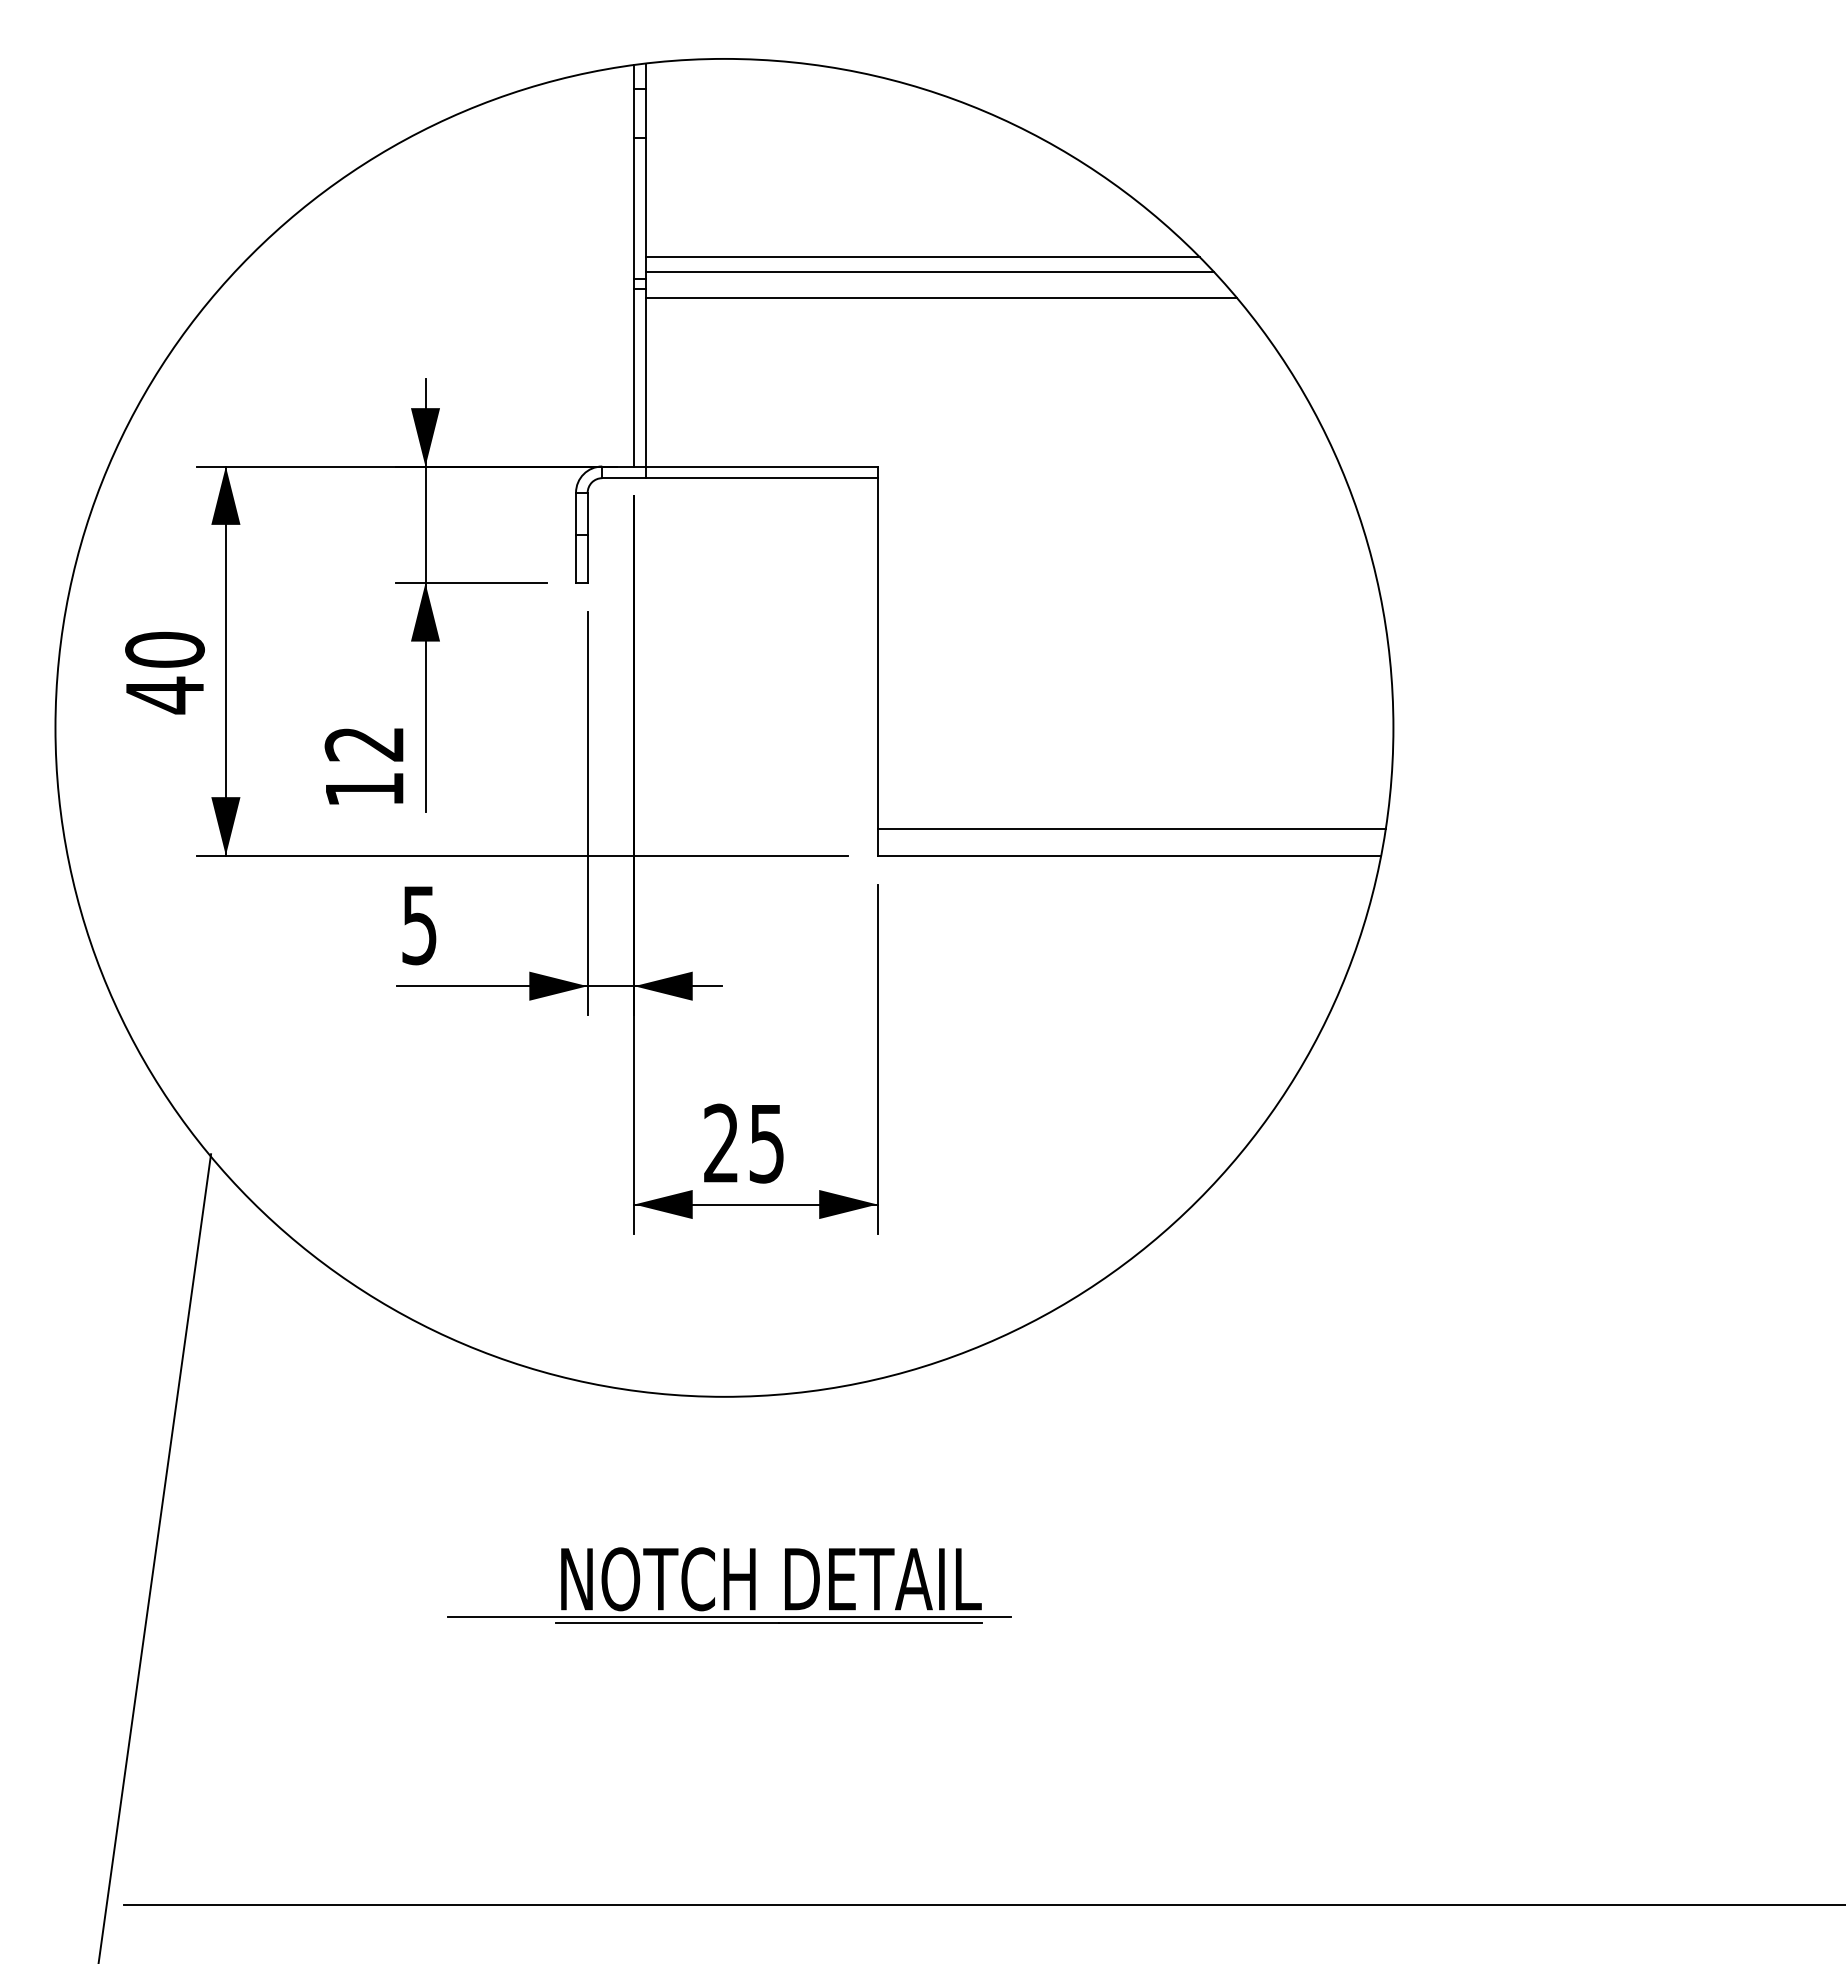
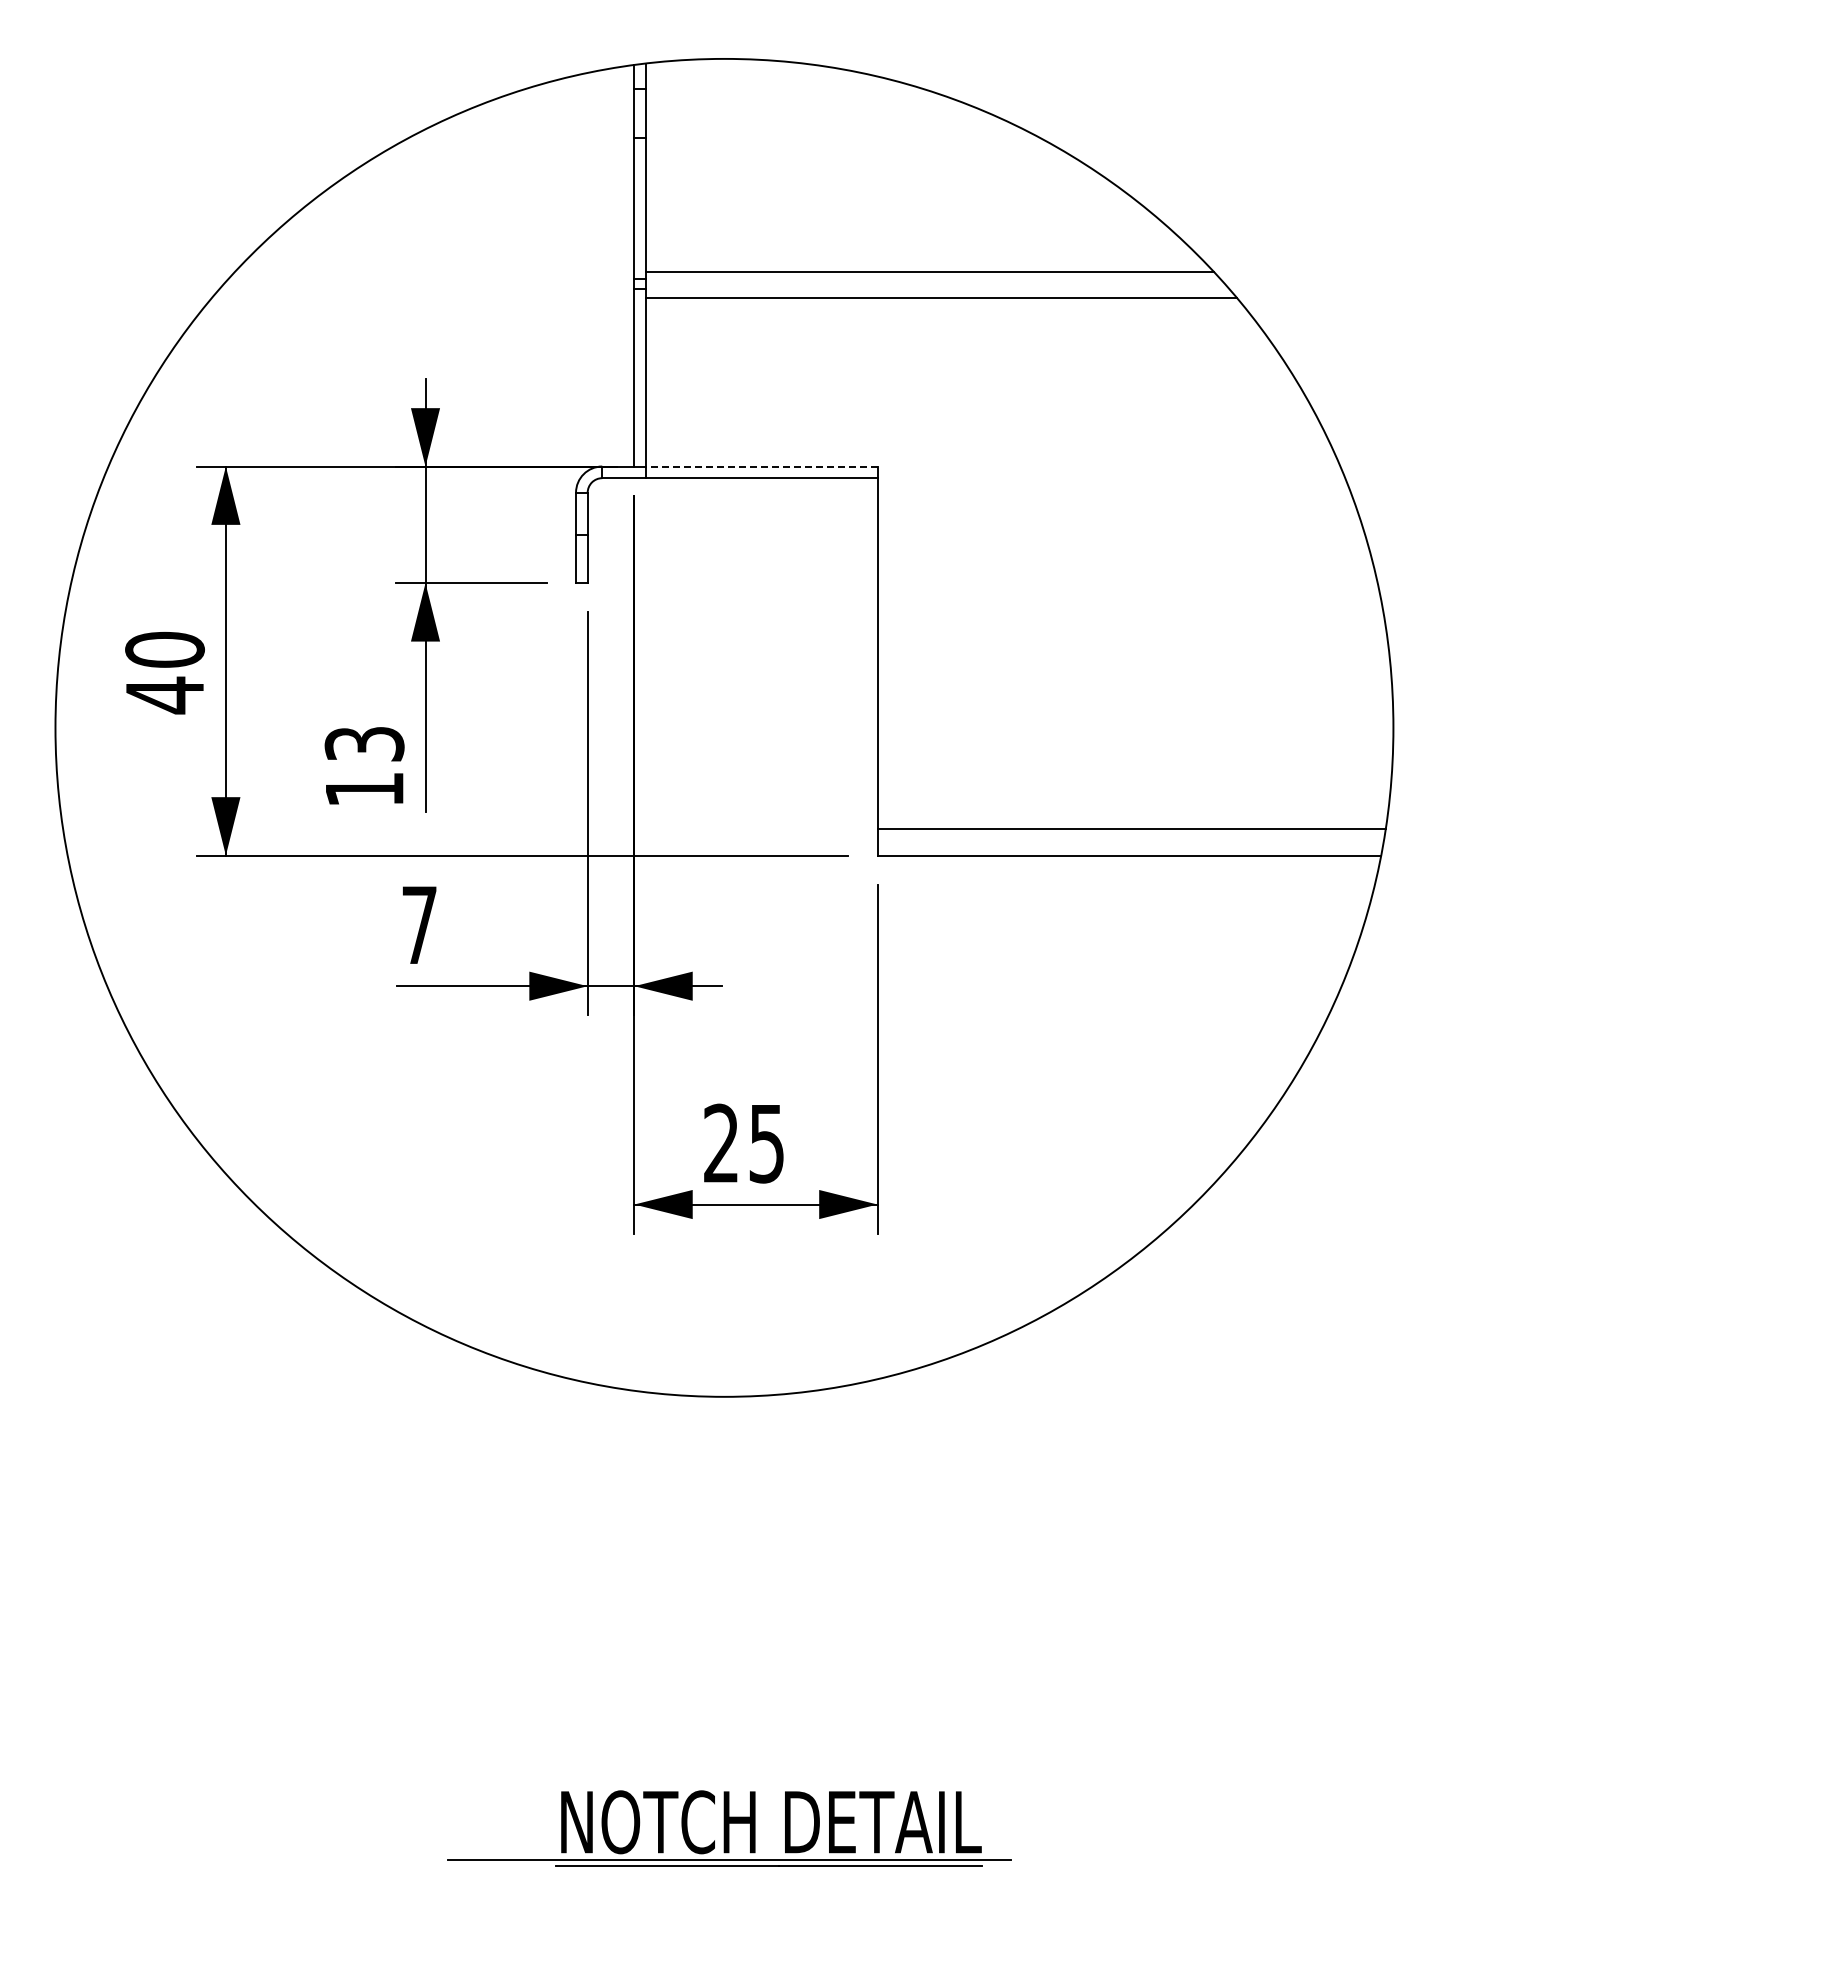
line at (922, 257): present -> none
line at (761, 466): solid -> dashed
text at (364, 744): 12 -> 13
text at (419, 925): 5 -> 7
line at (154, 1557): present -> none
part at (729, 1585) position: (729, 1585) -> (729, 1828)
line at (982, 1905): present -> none
